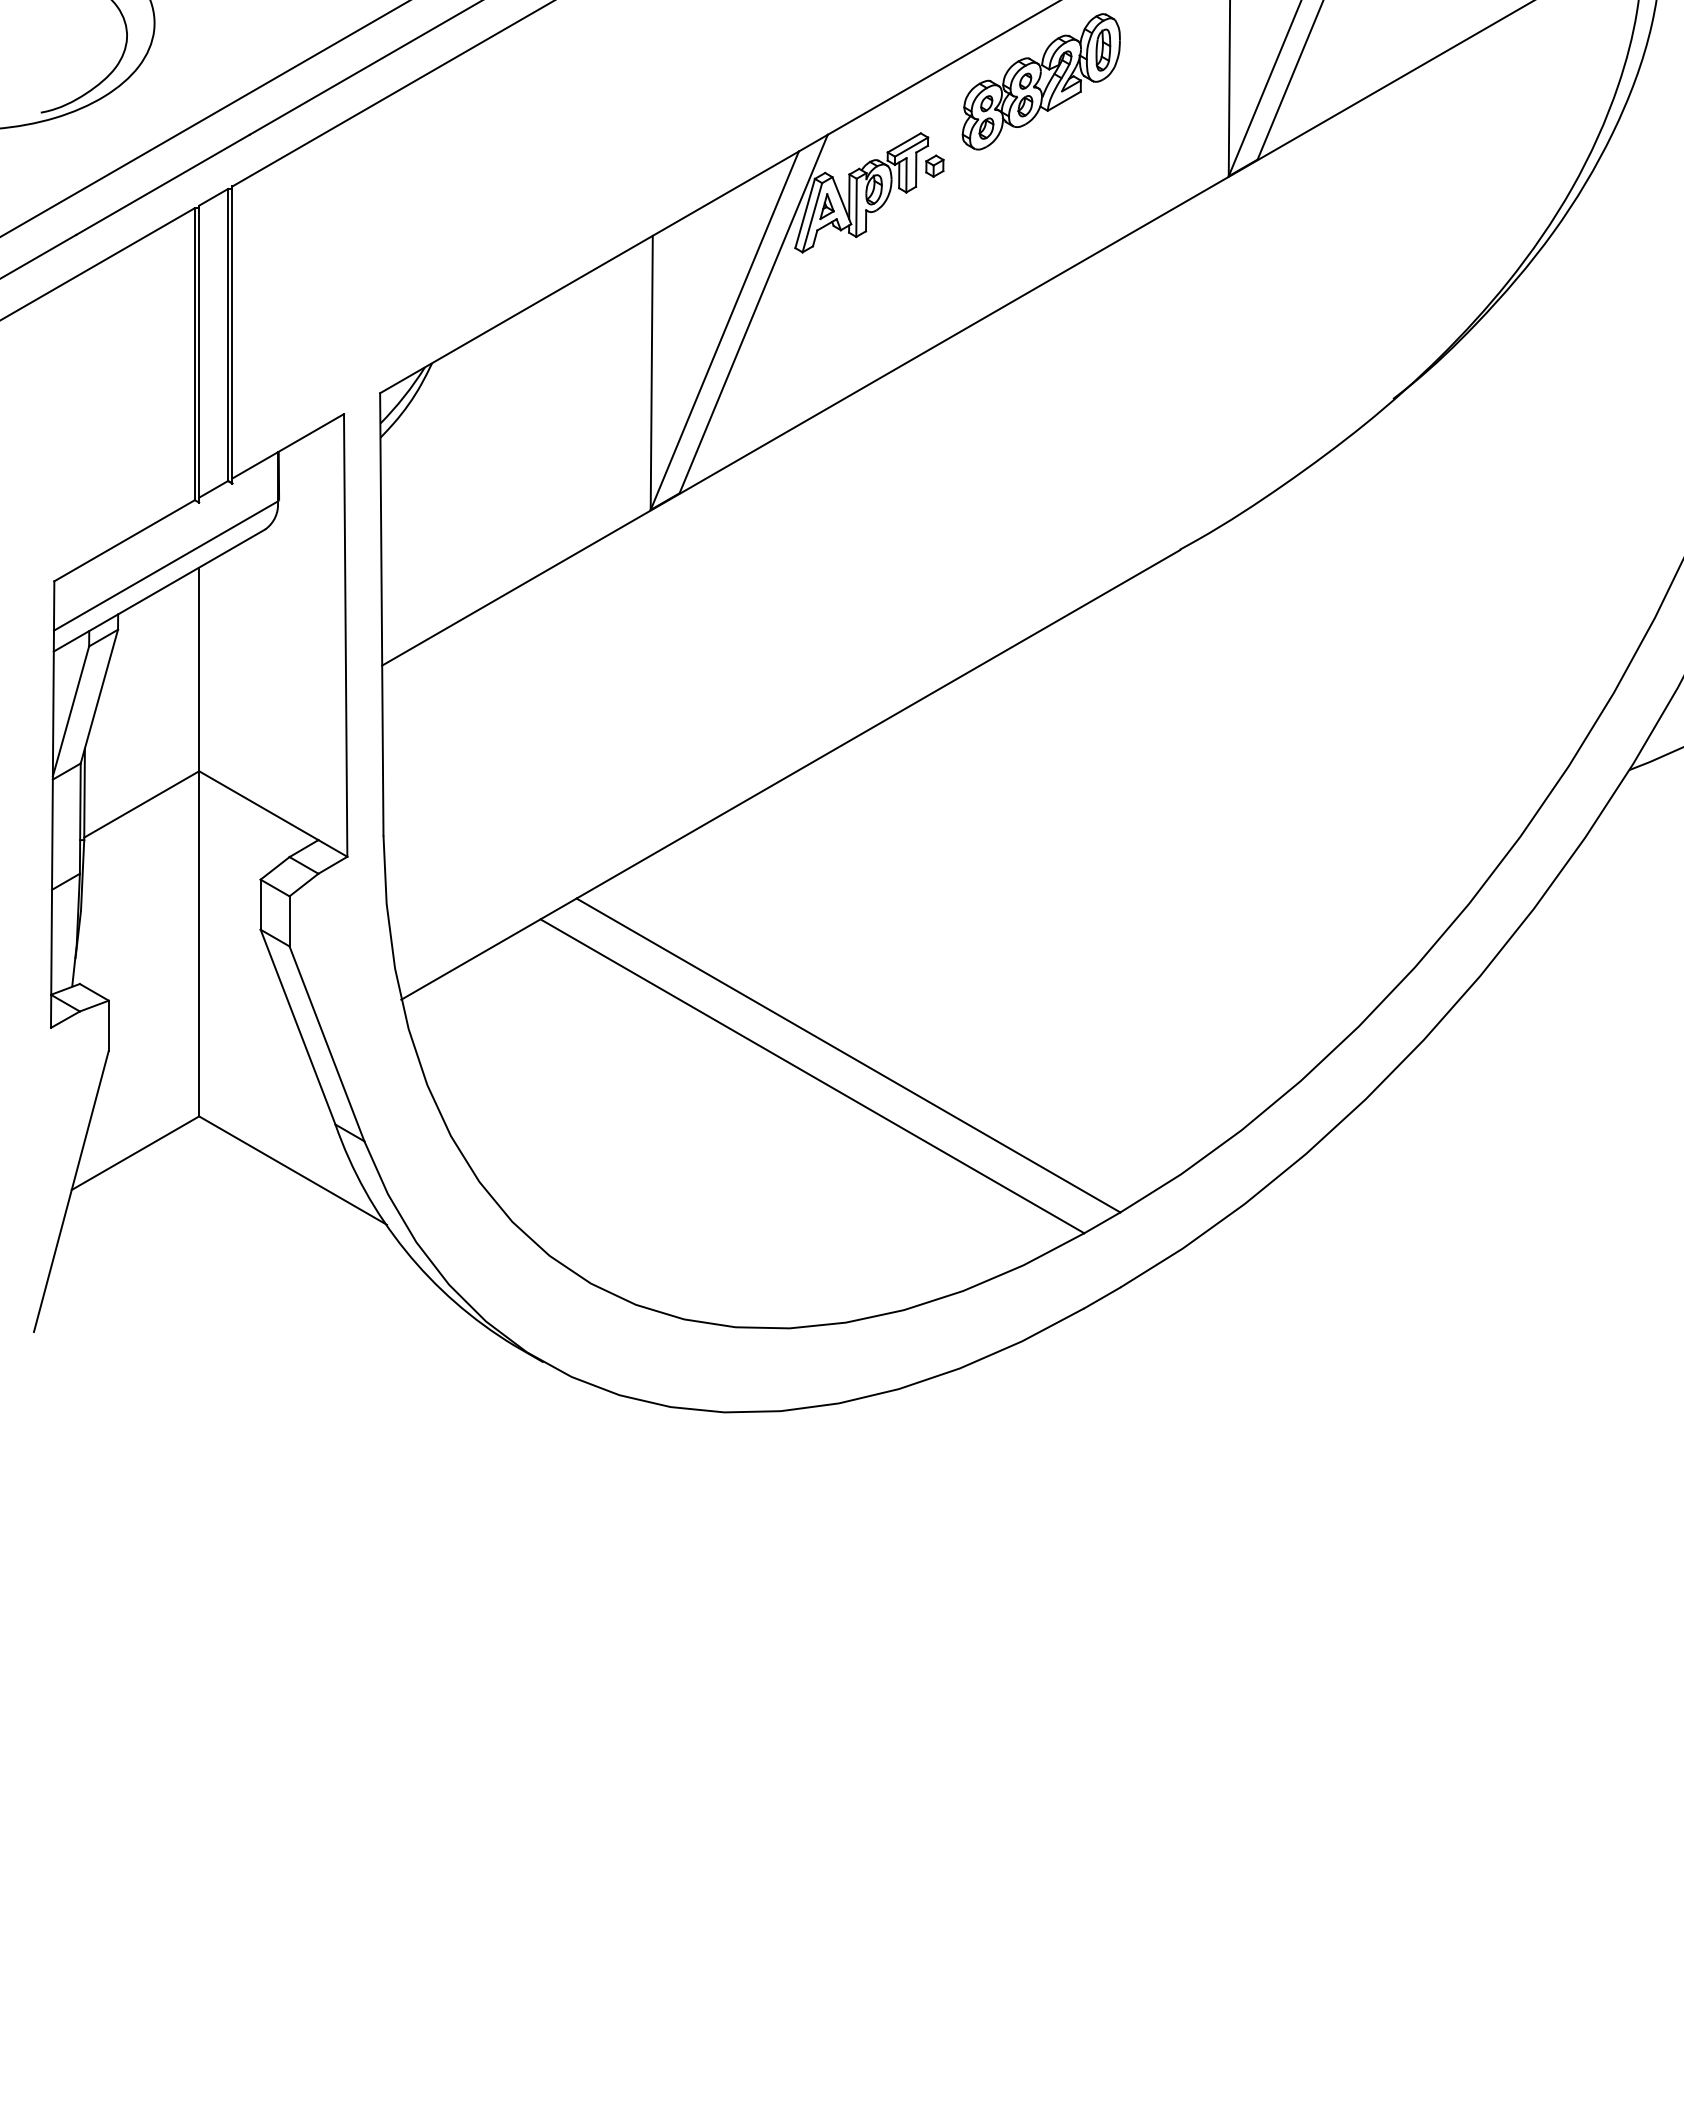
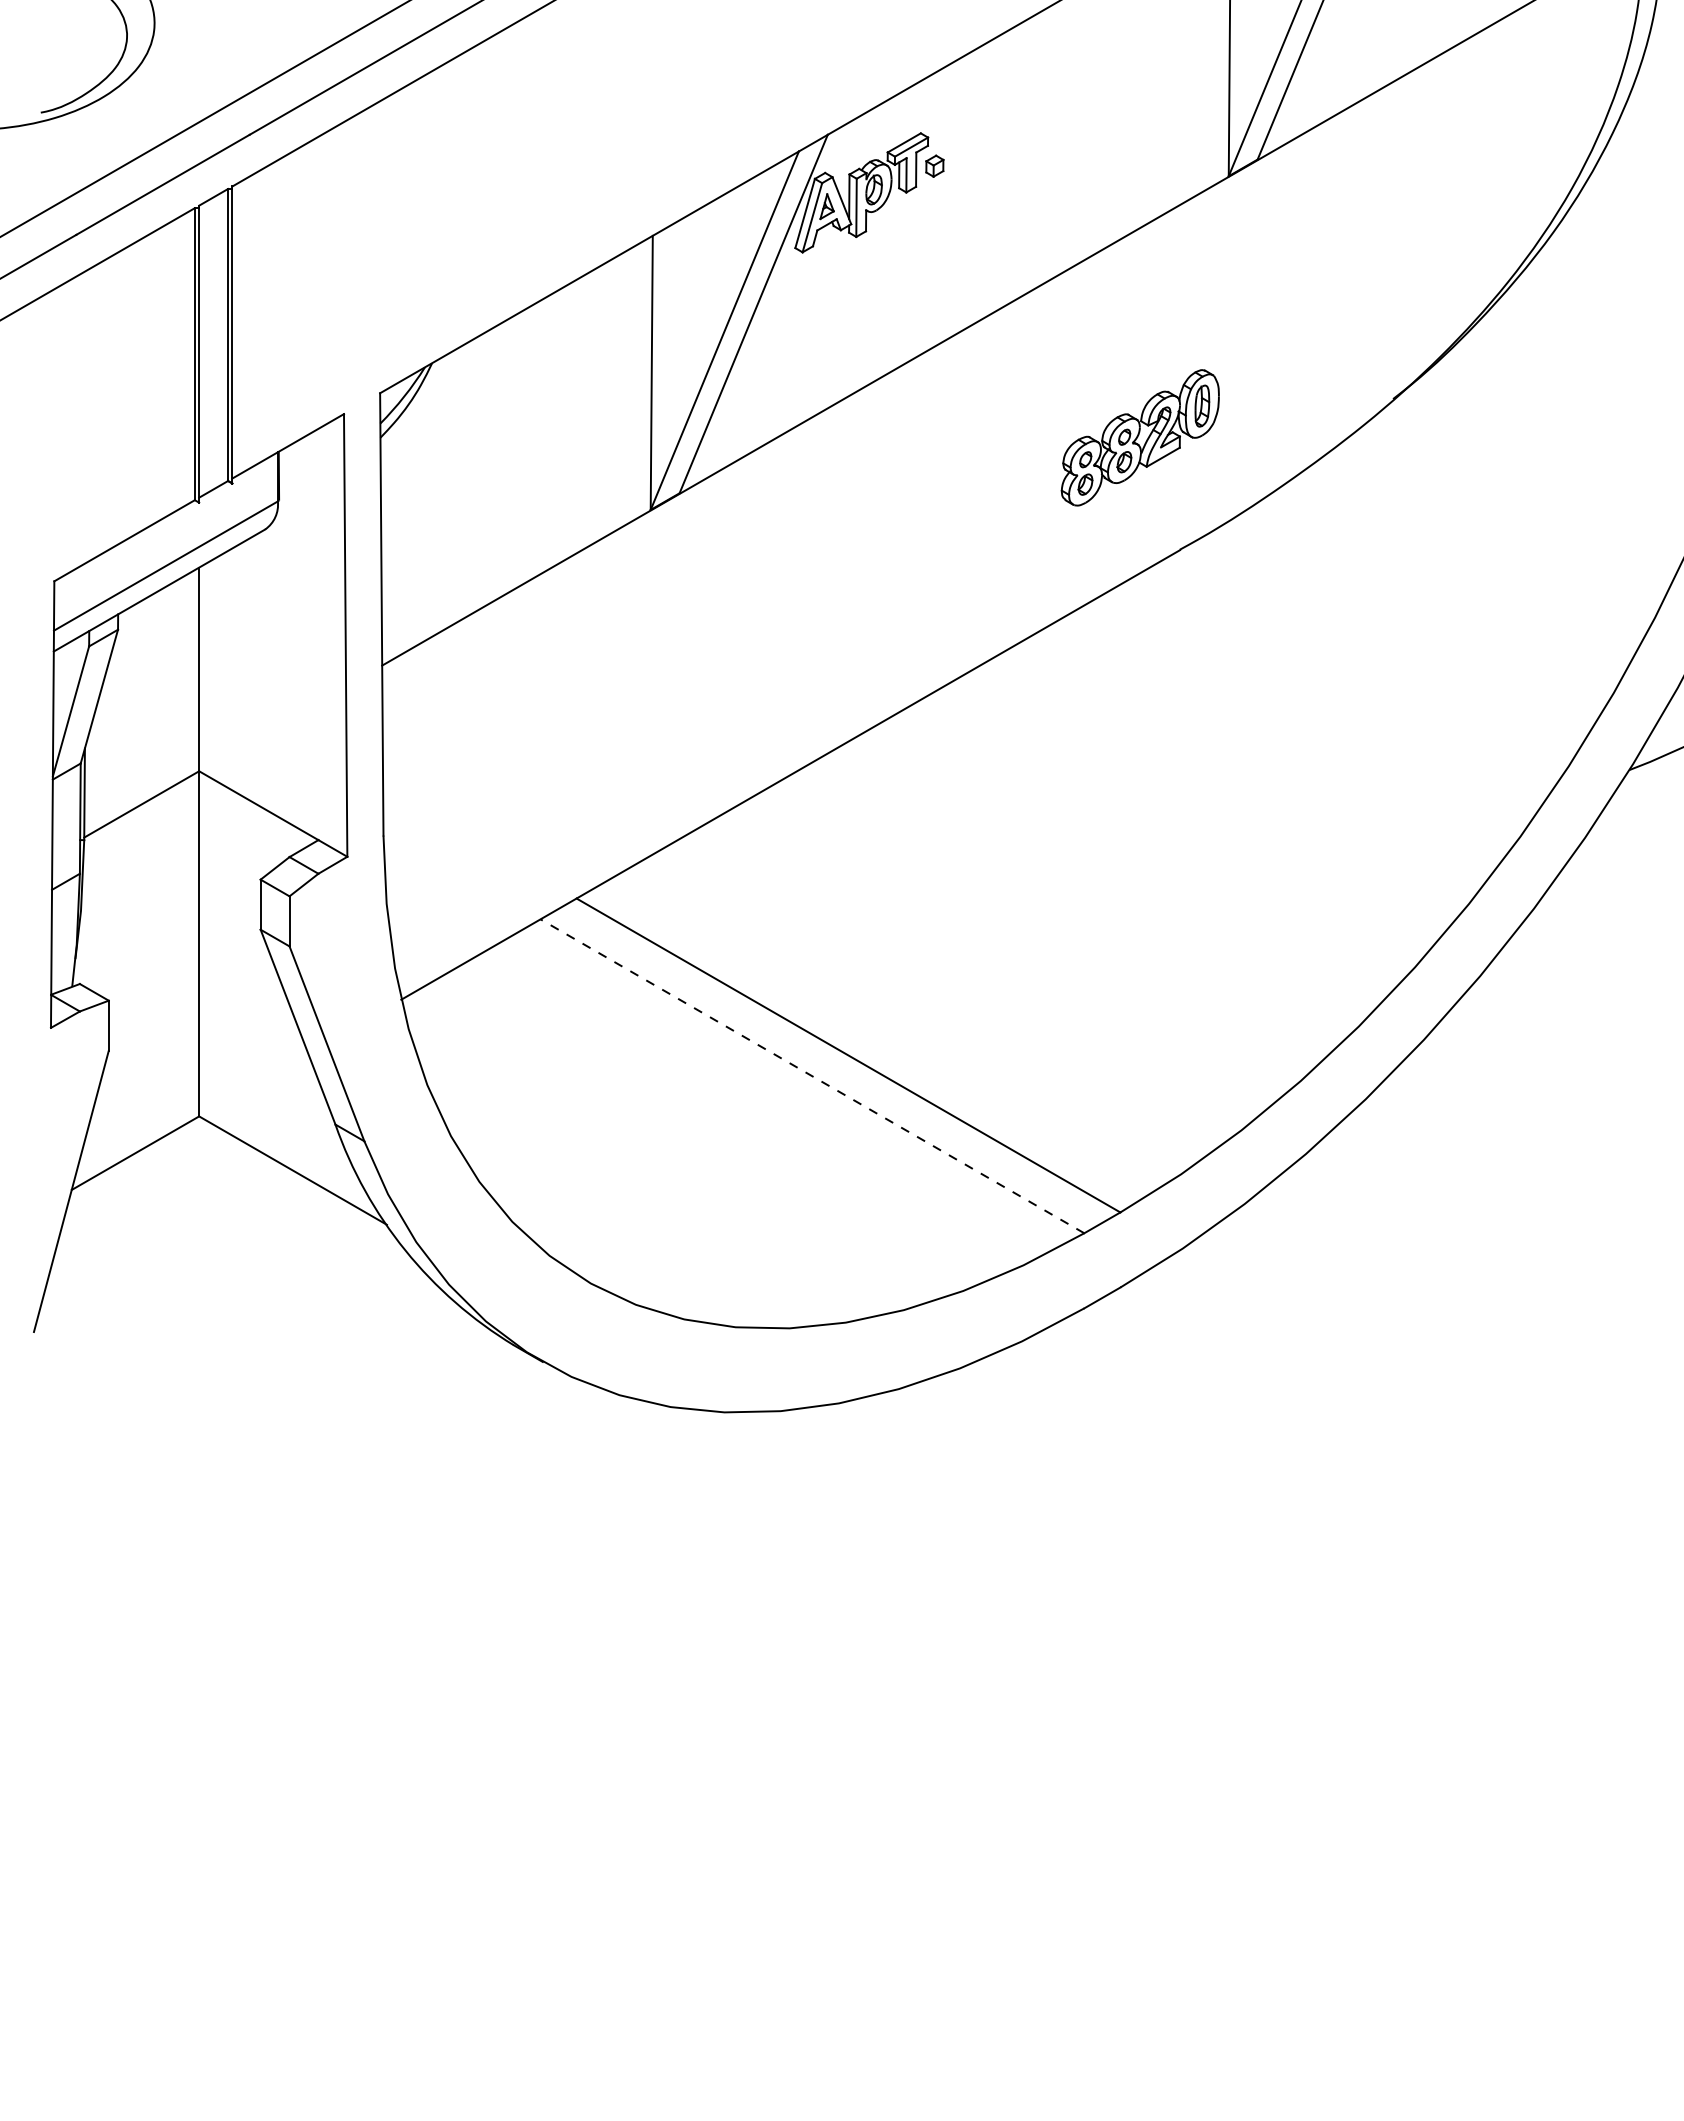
part at (1040, 81) position: (1040, 81) -> (1139, 437)
line at (812, 1076): solid -> dashed
